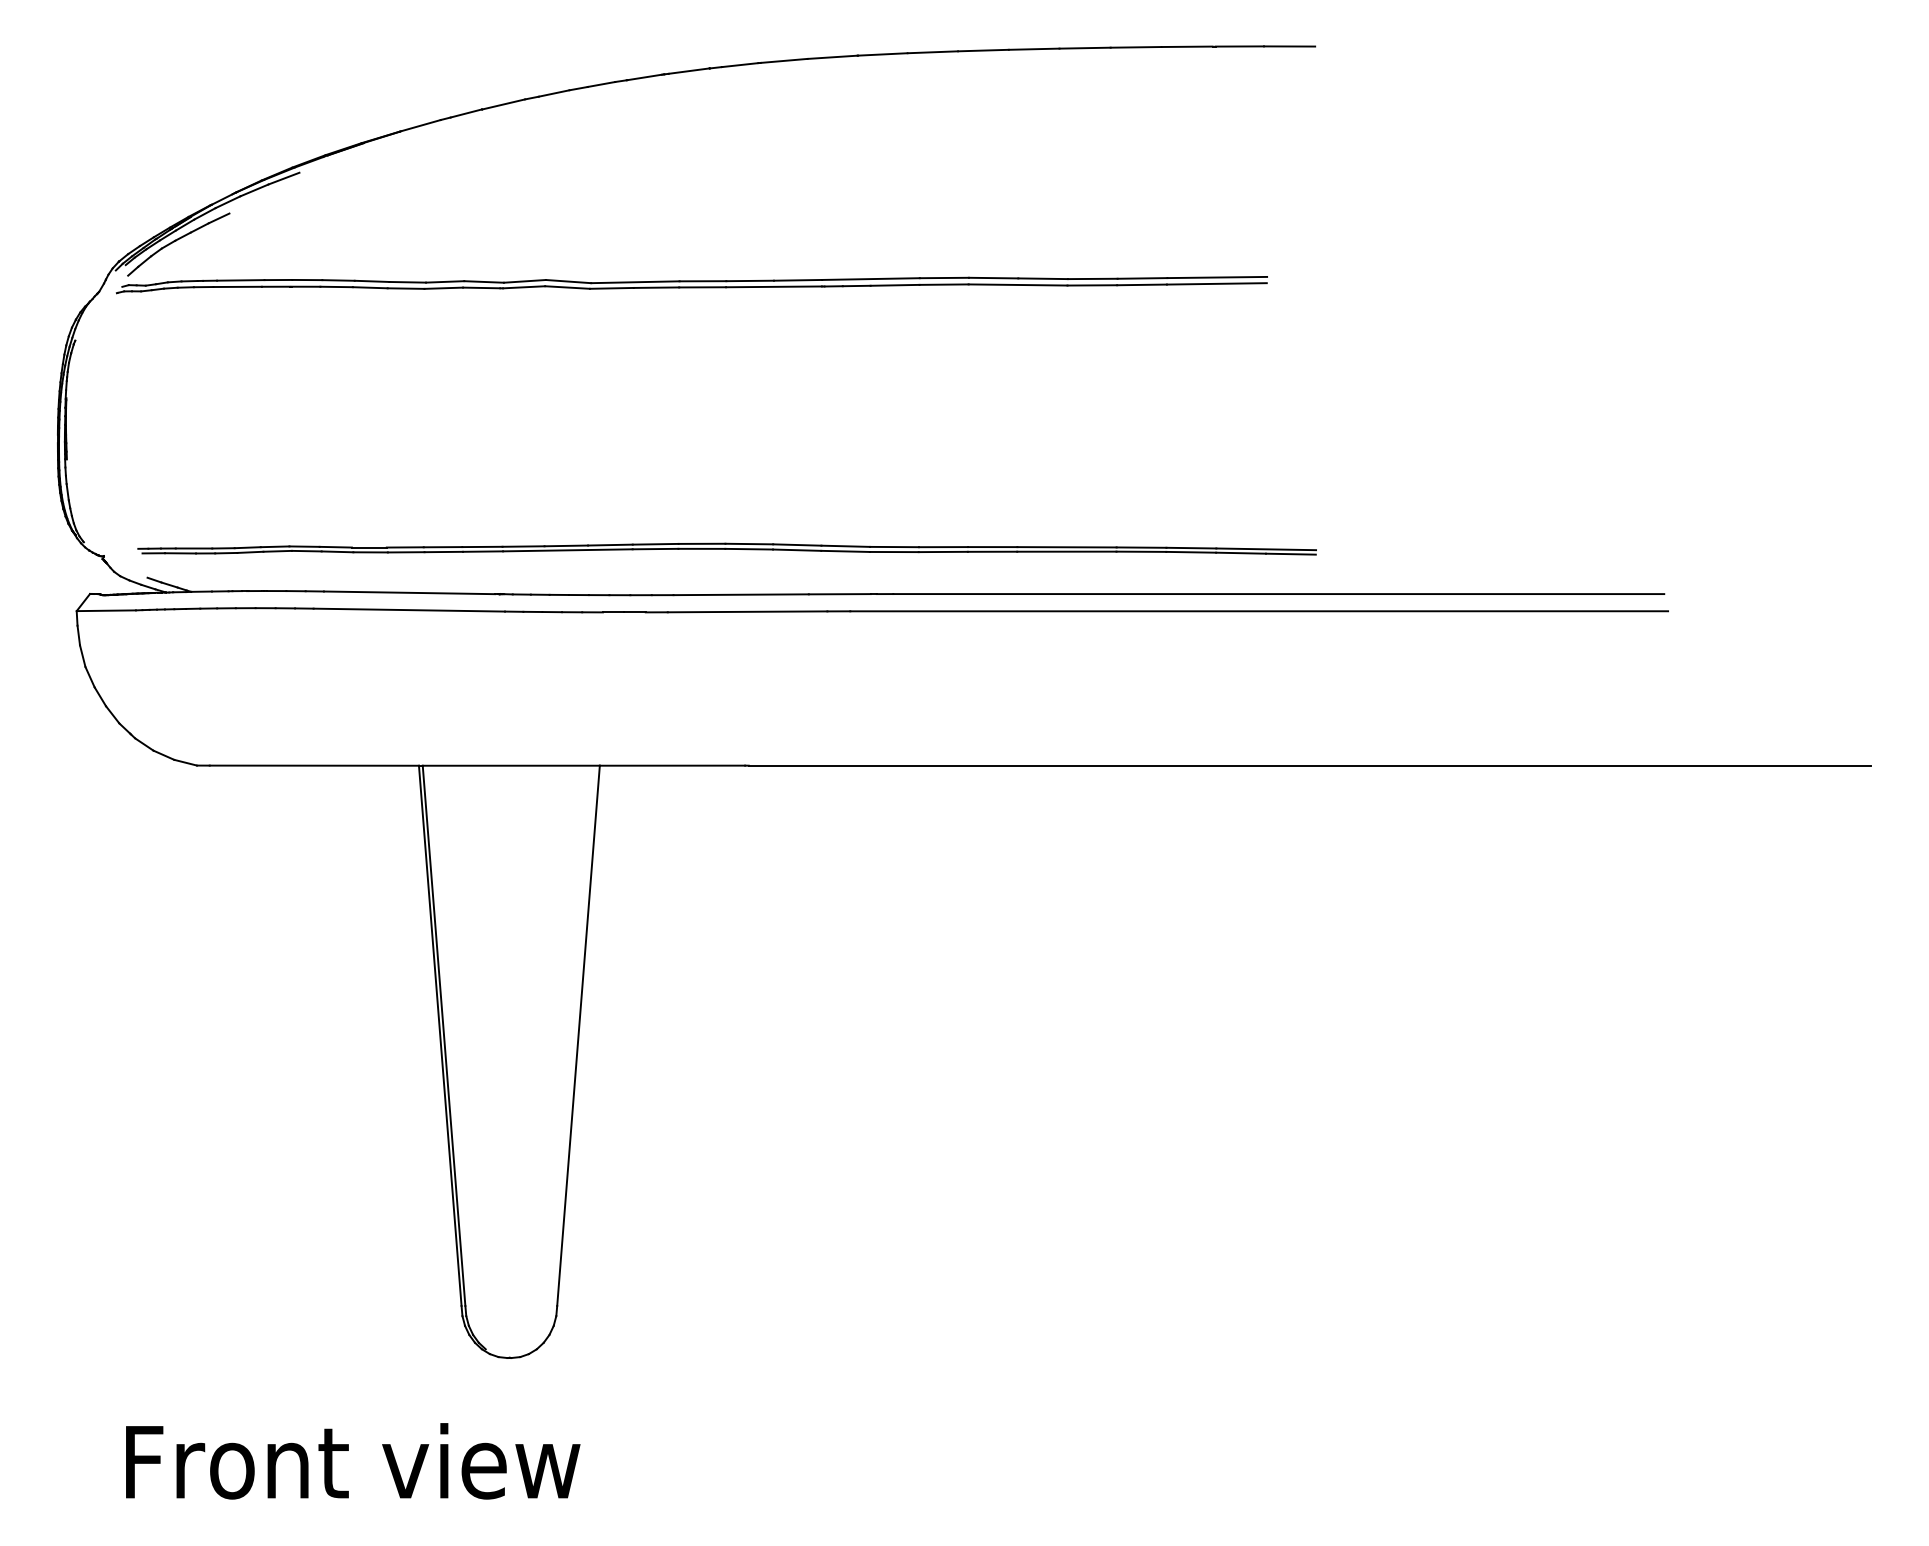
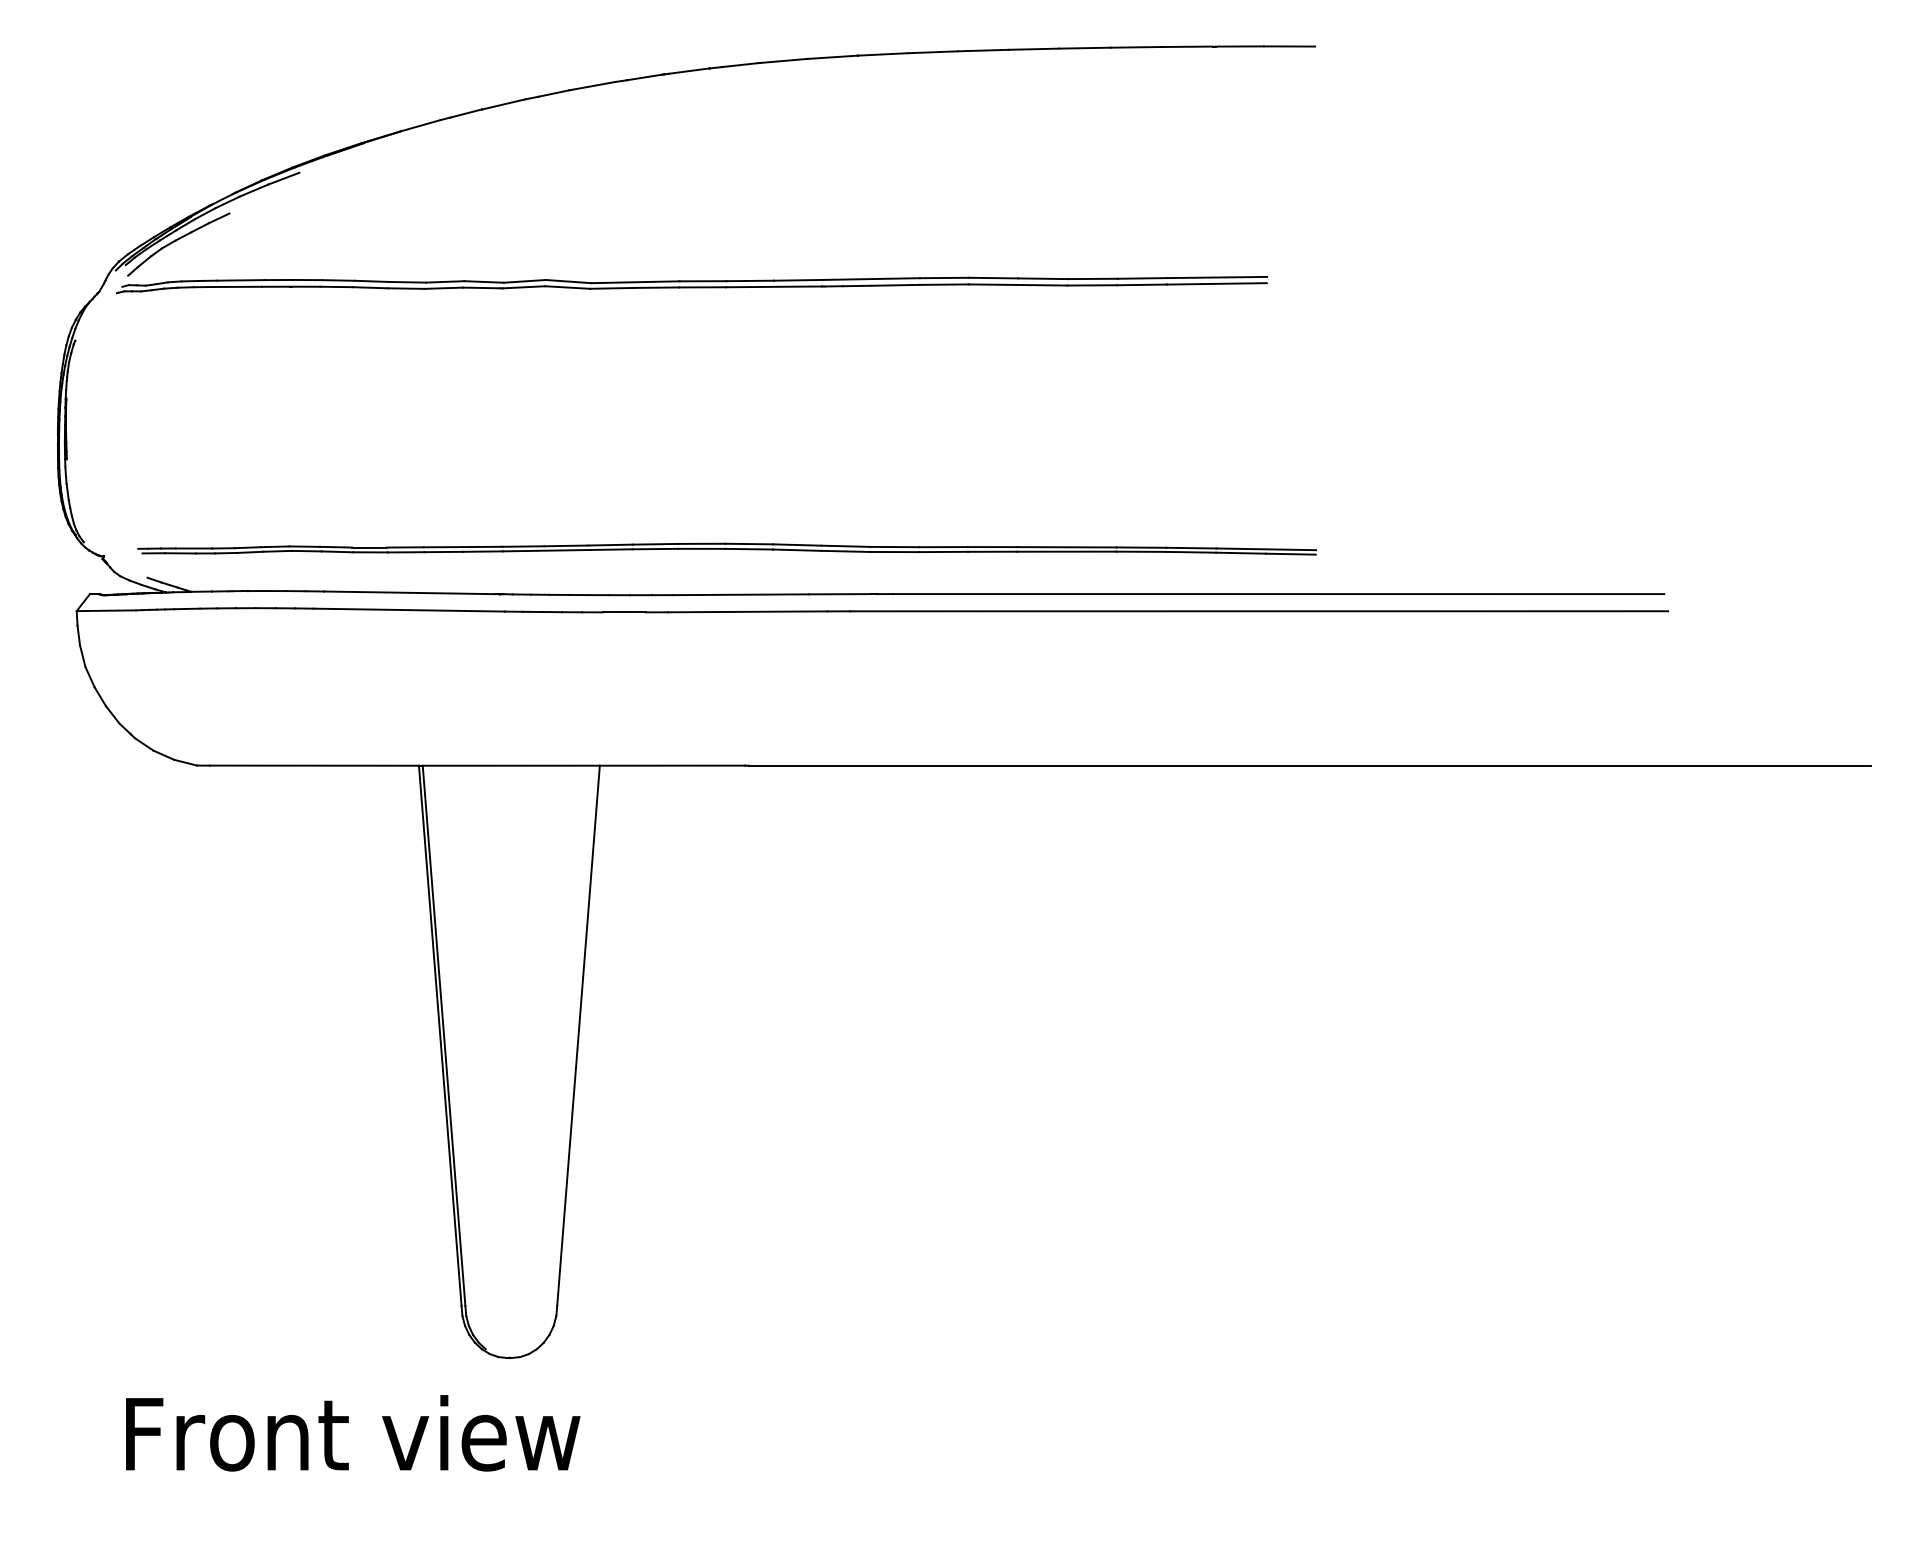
text at (353, 1461) position: (353, 1461) -> (353, 1433)
